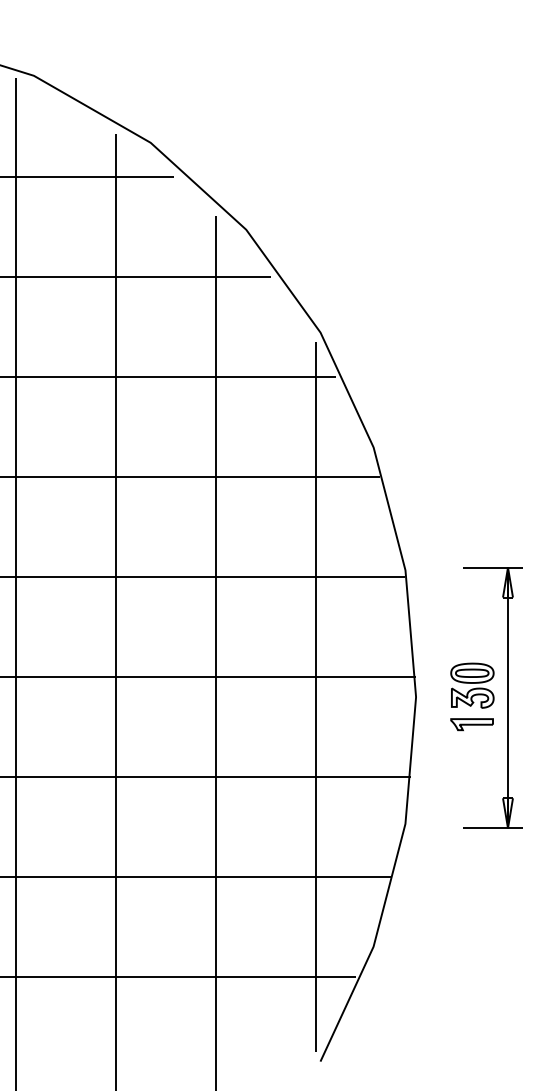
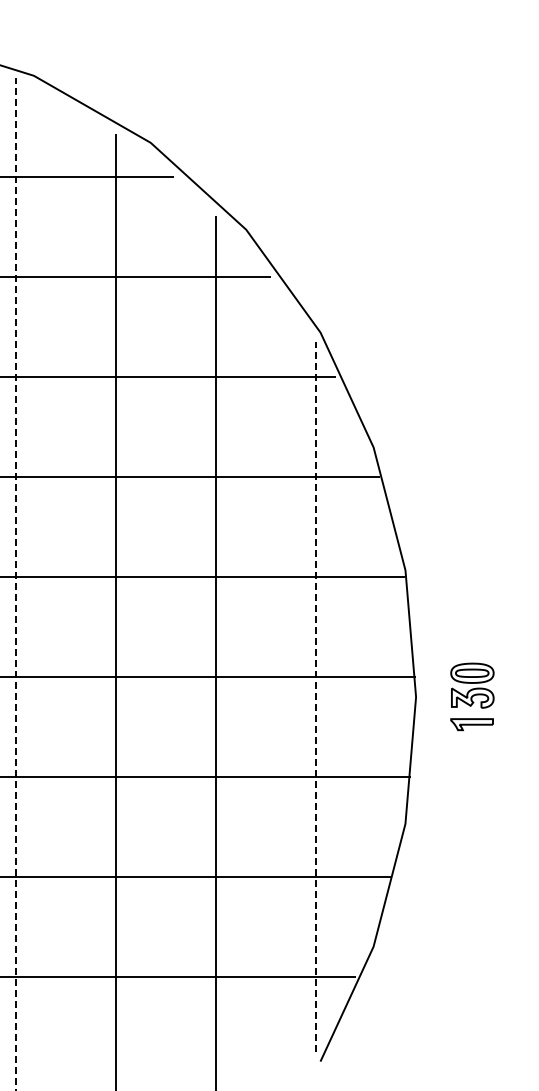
line at (16, 583): solid -> dashed
line at (316, 697): solid -> dashed
part at (507, 697): present -> none
